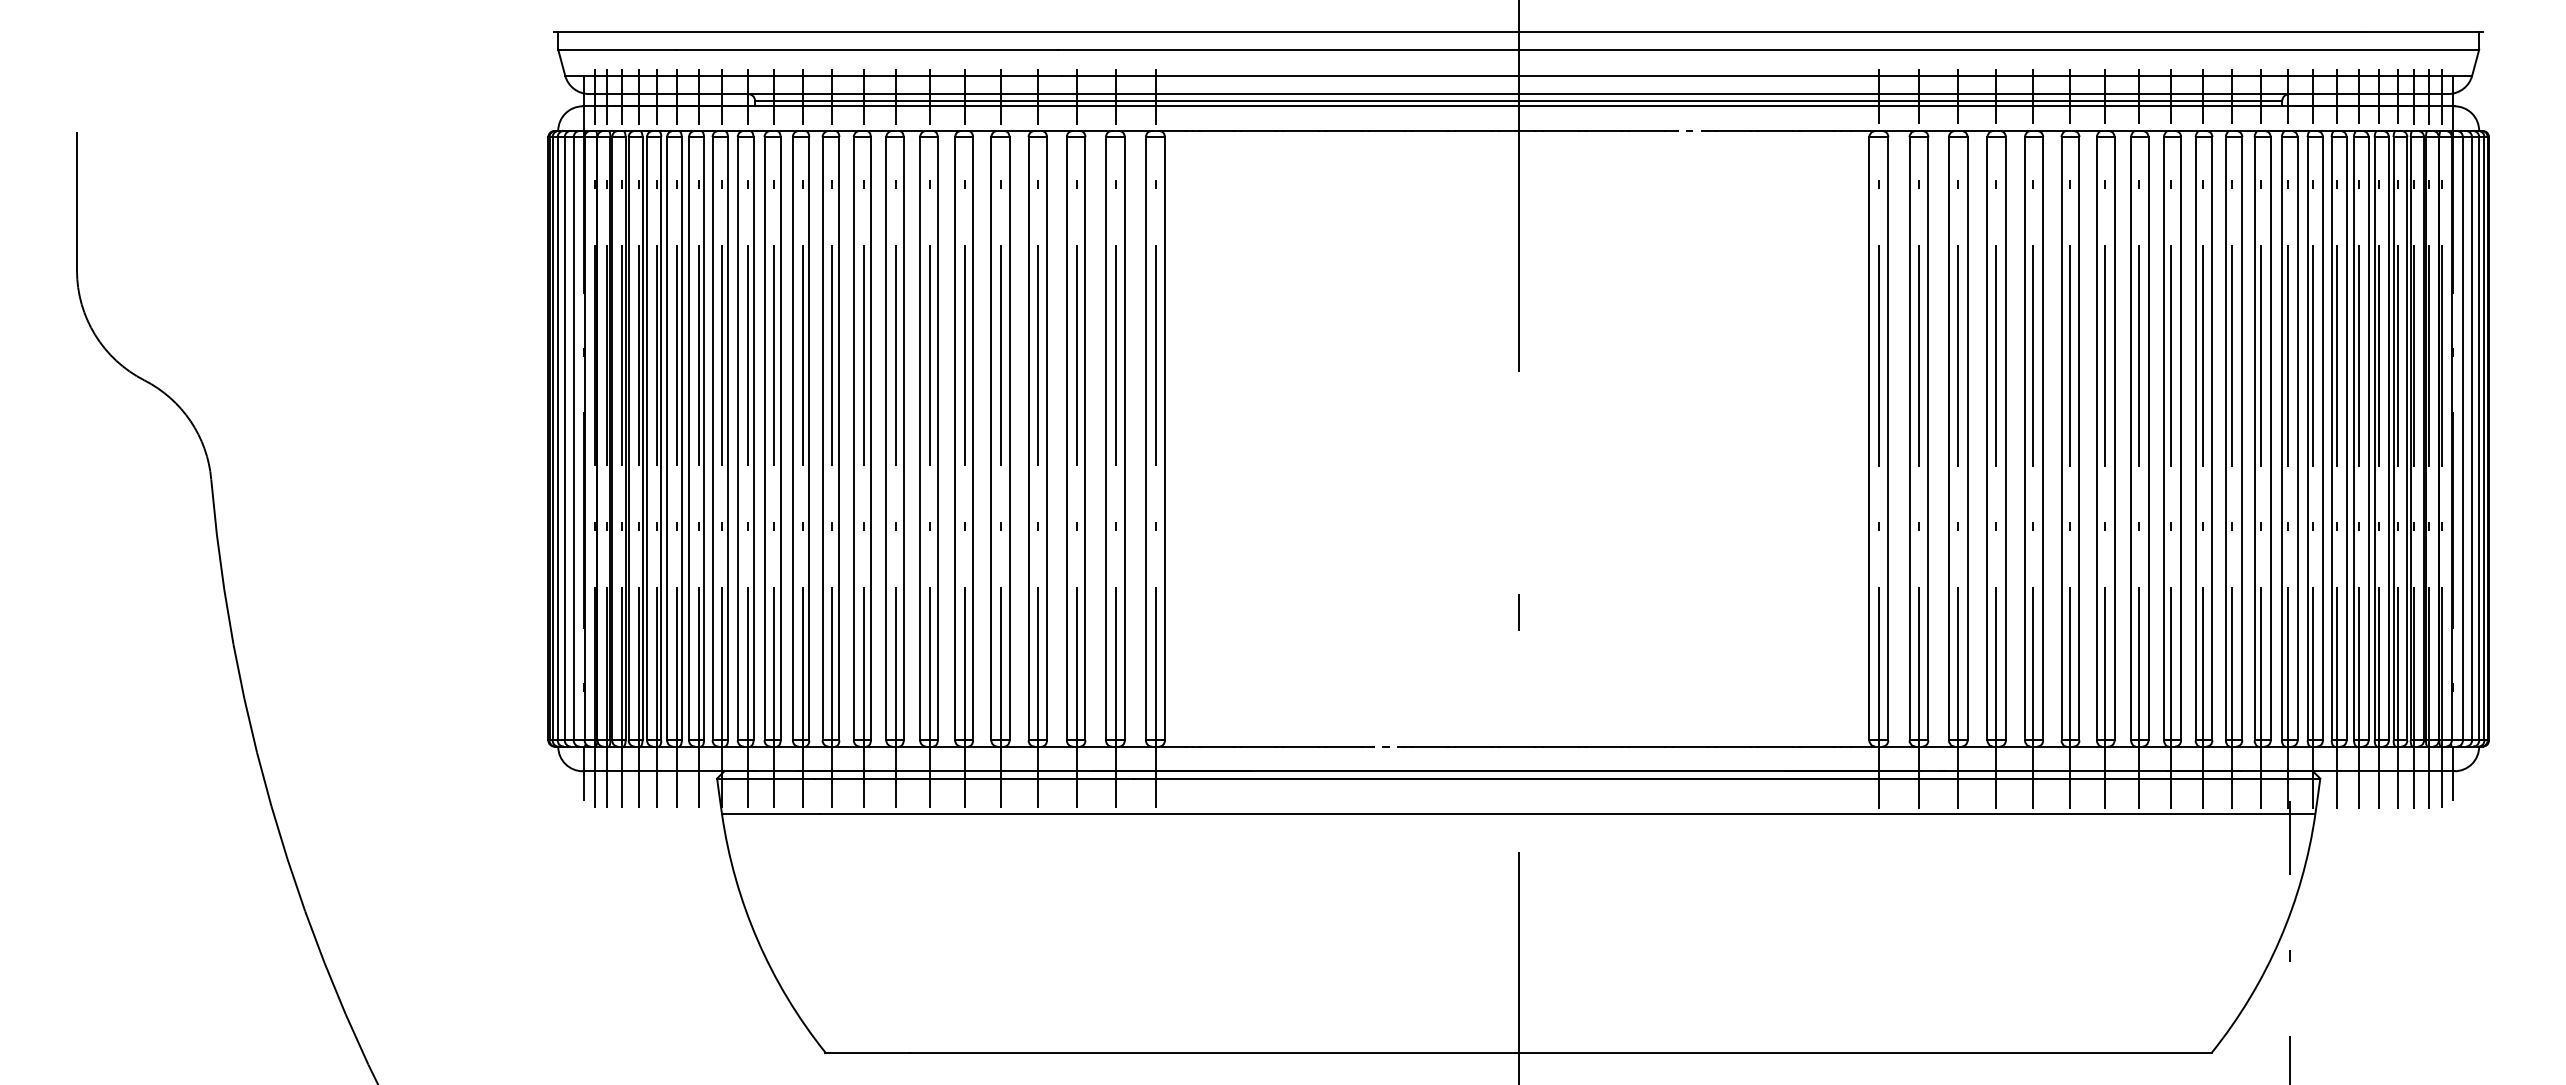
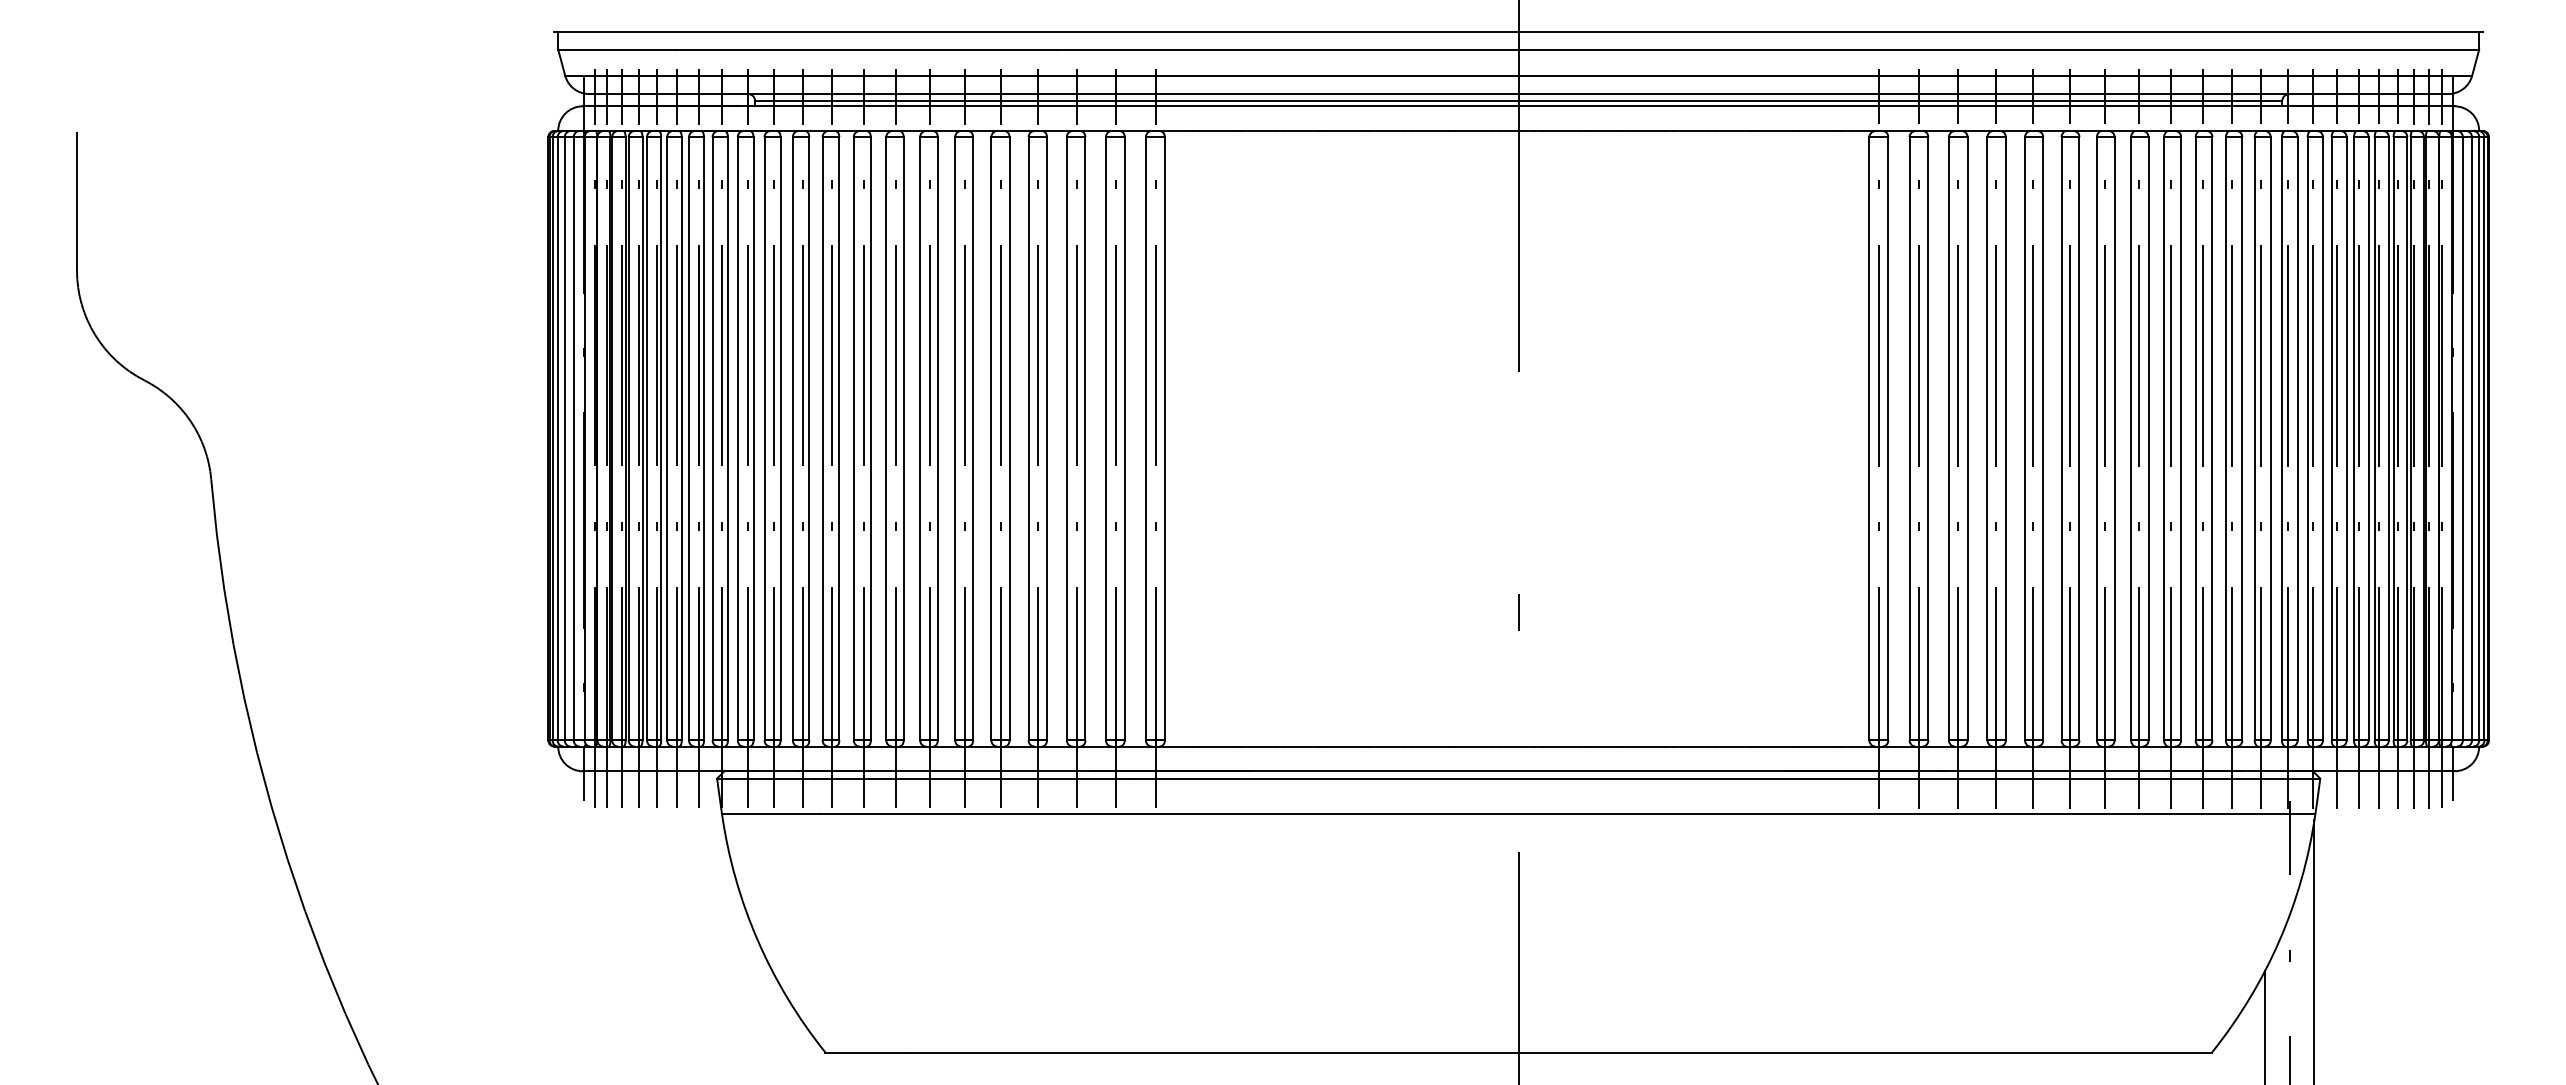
line at (1690, 130): dashed -> solid
line at (1386, 746): dashed -> solid
line at (2314, 950): none -> present
line at (2265, 1025): none -> present
